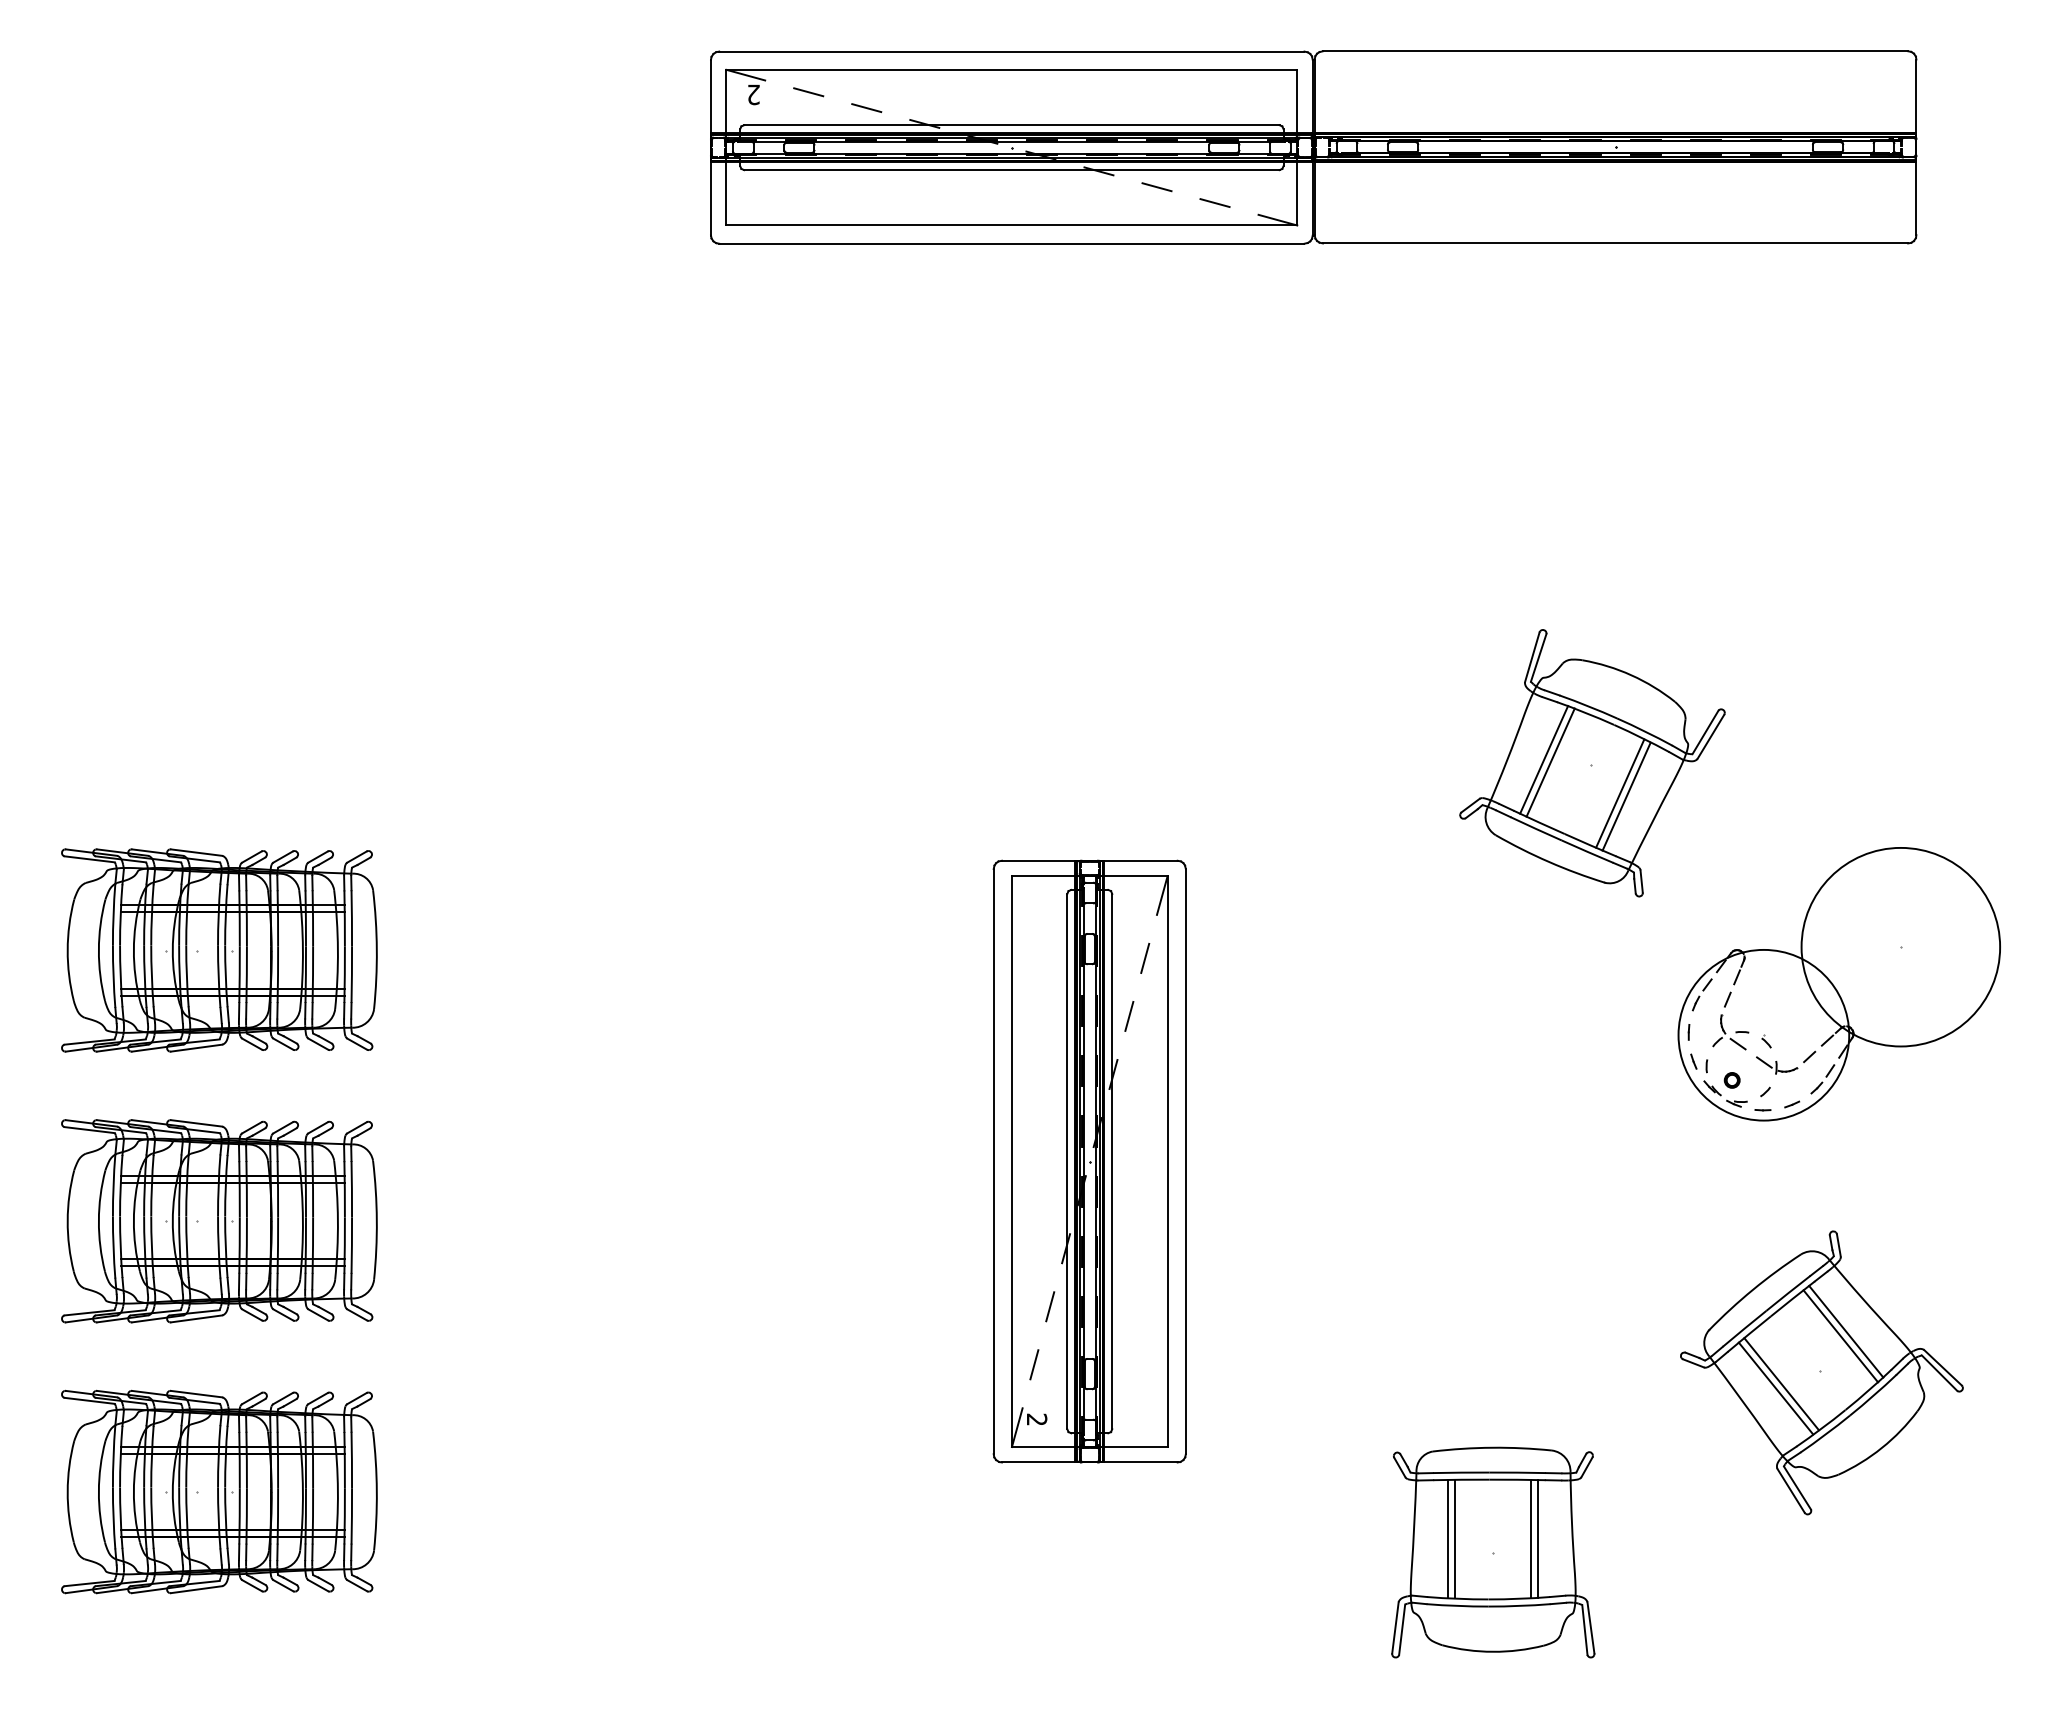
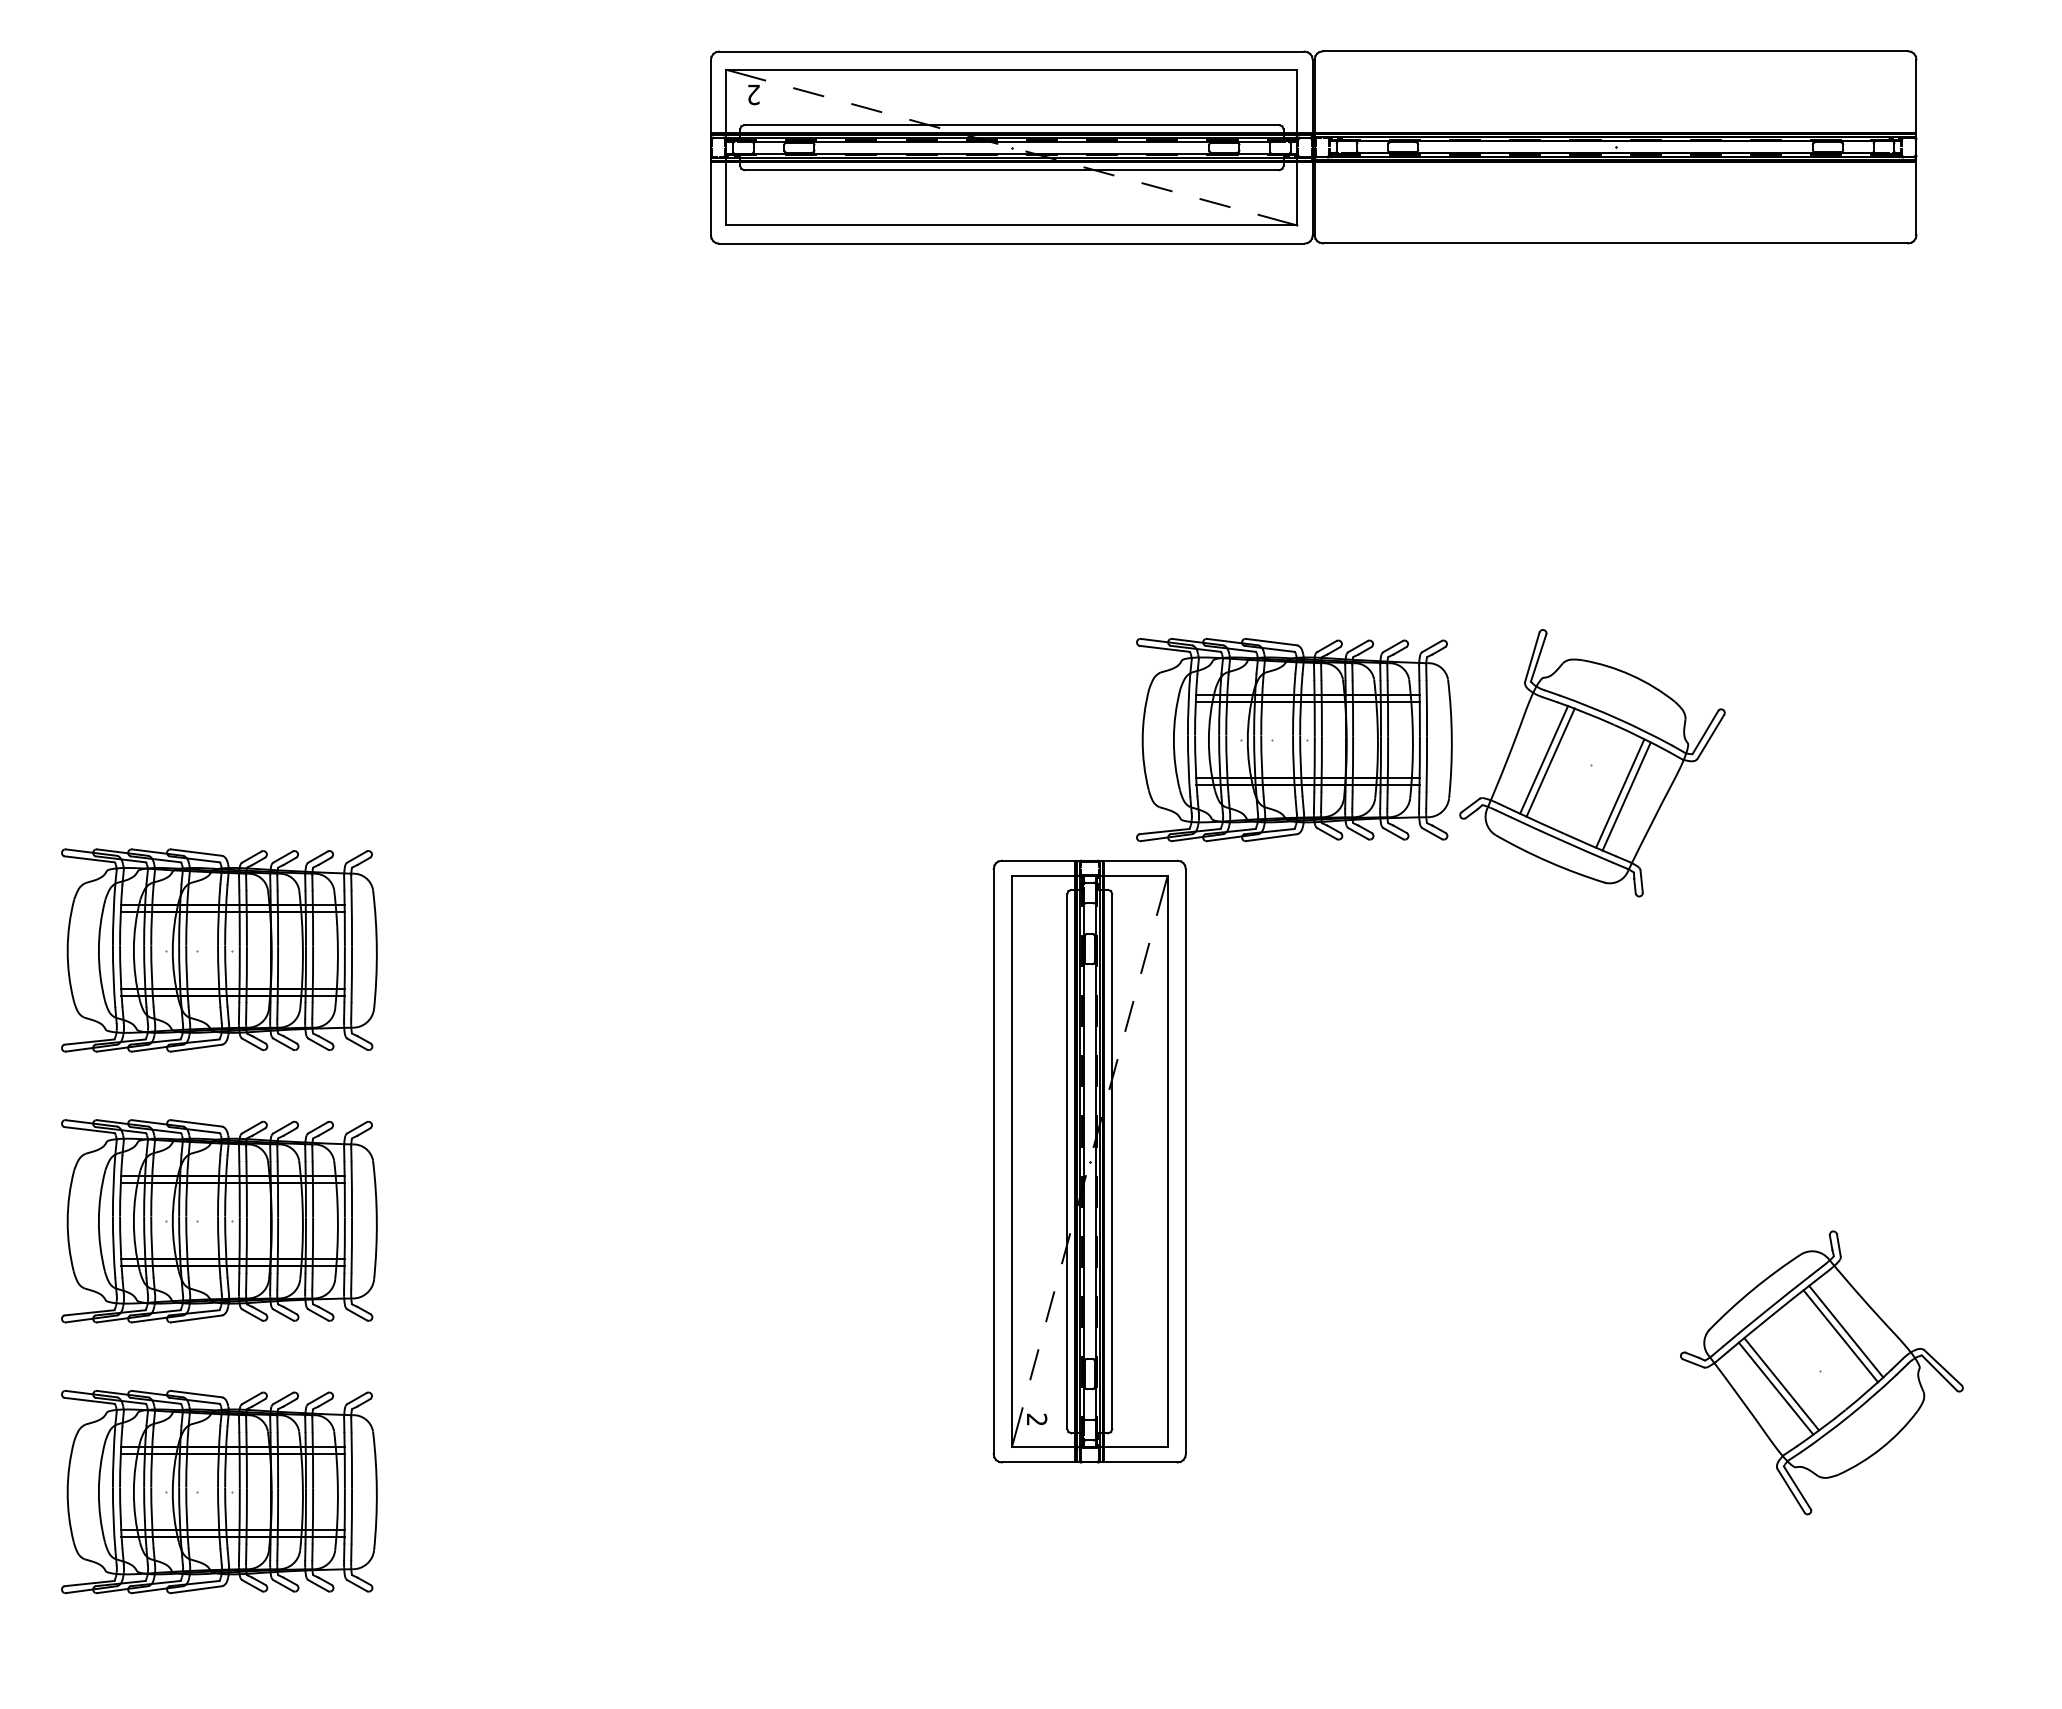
part at (1294, 739): none -> present
part at (1838, 984): present -> none
part at (1493, 1552): present -> none
